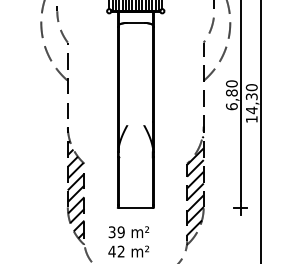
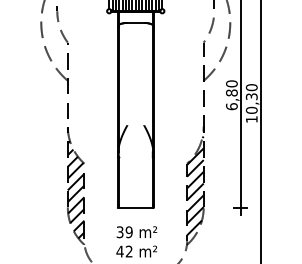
text at (251, 110): 14,30 -> 10,30
text at (128, 241) position: (128, 241) -> (136, 241)
